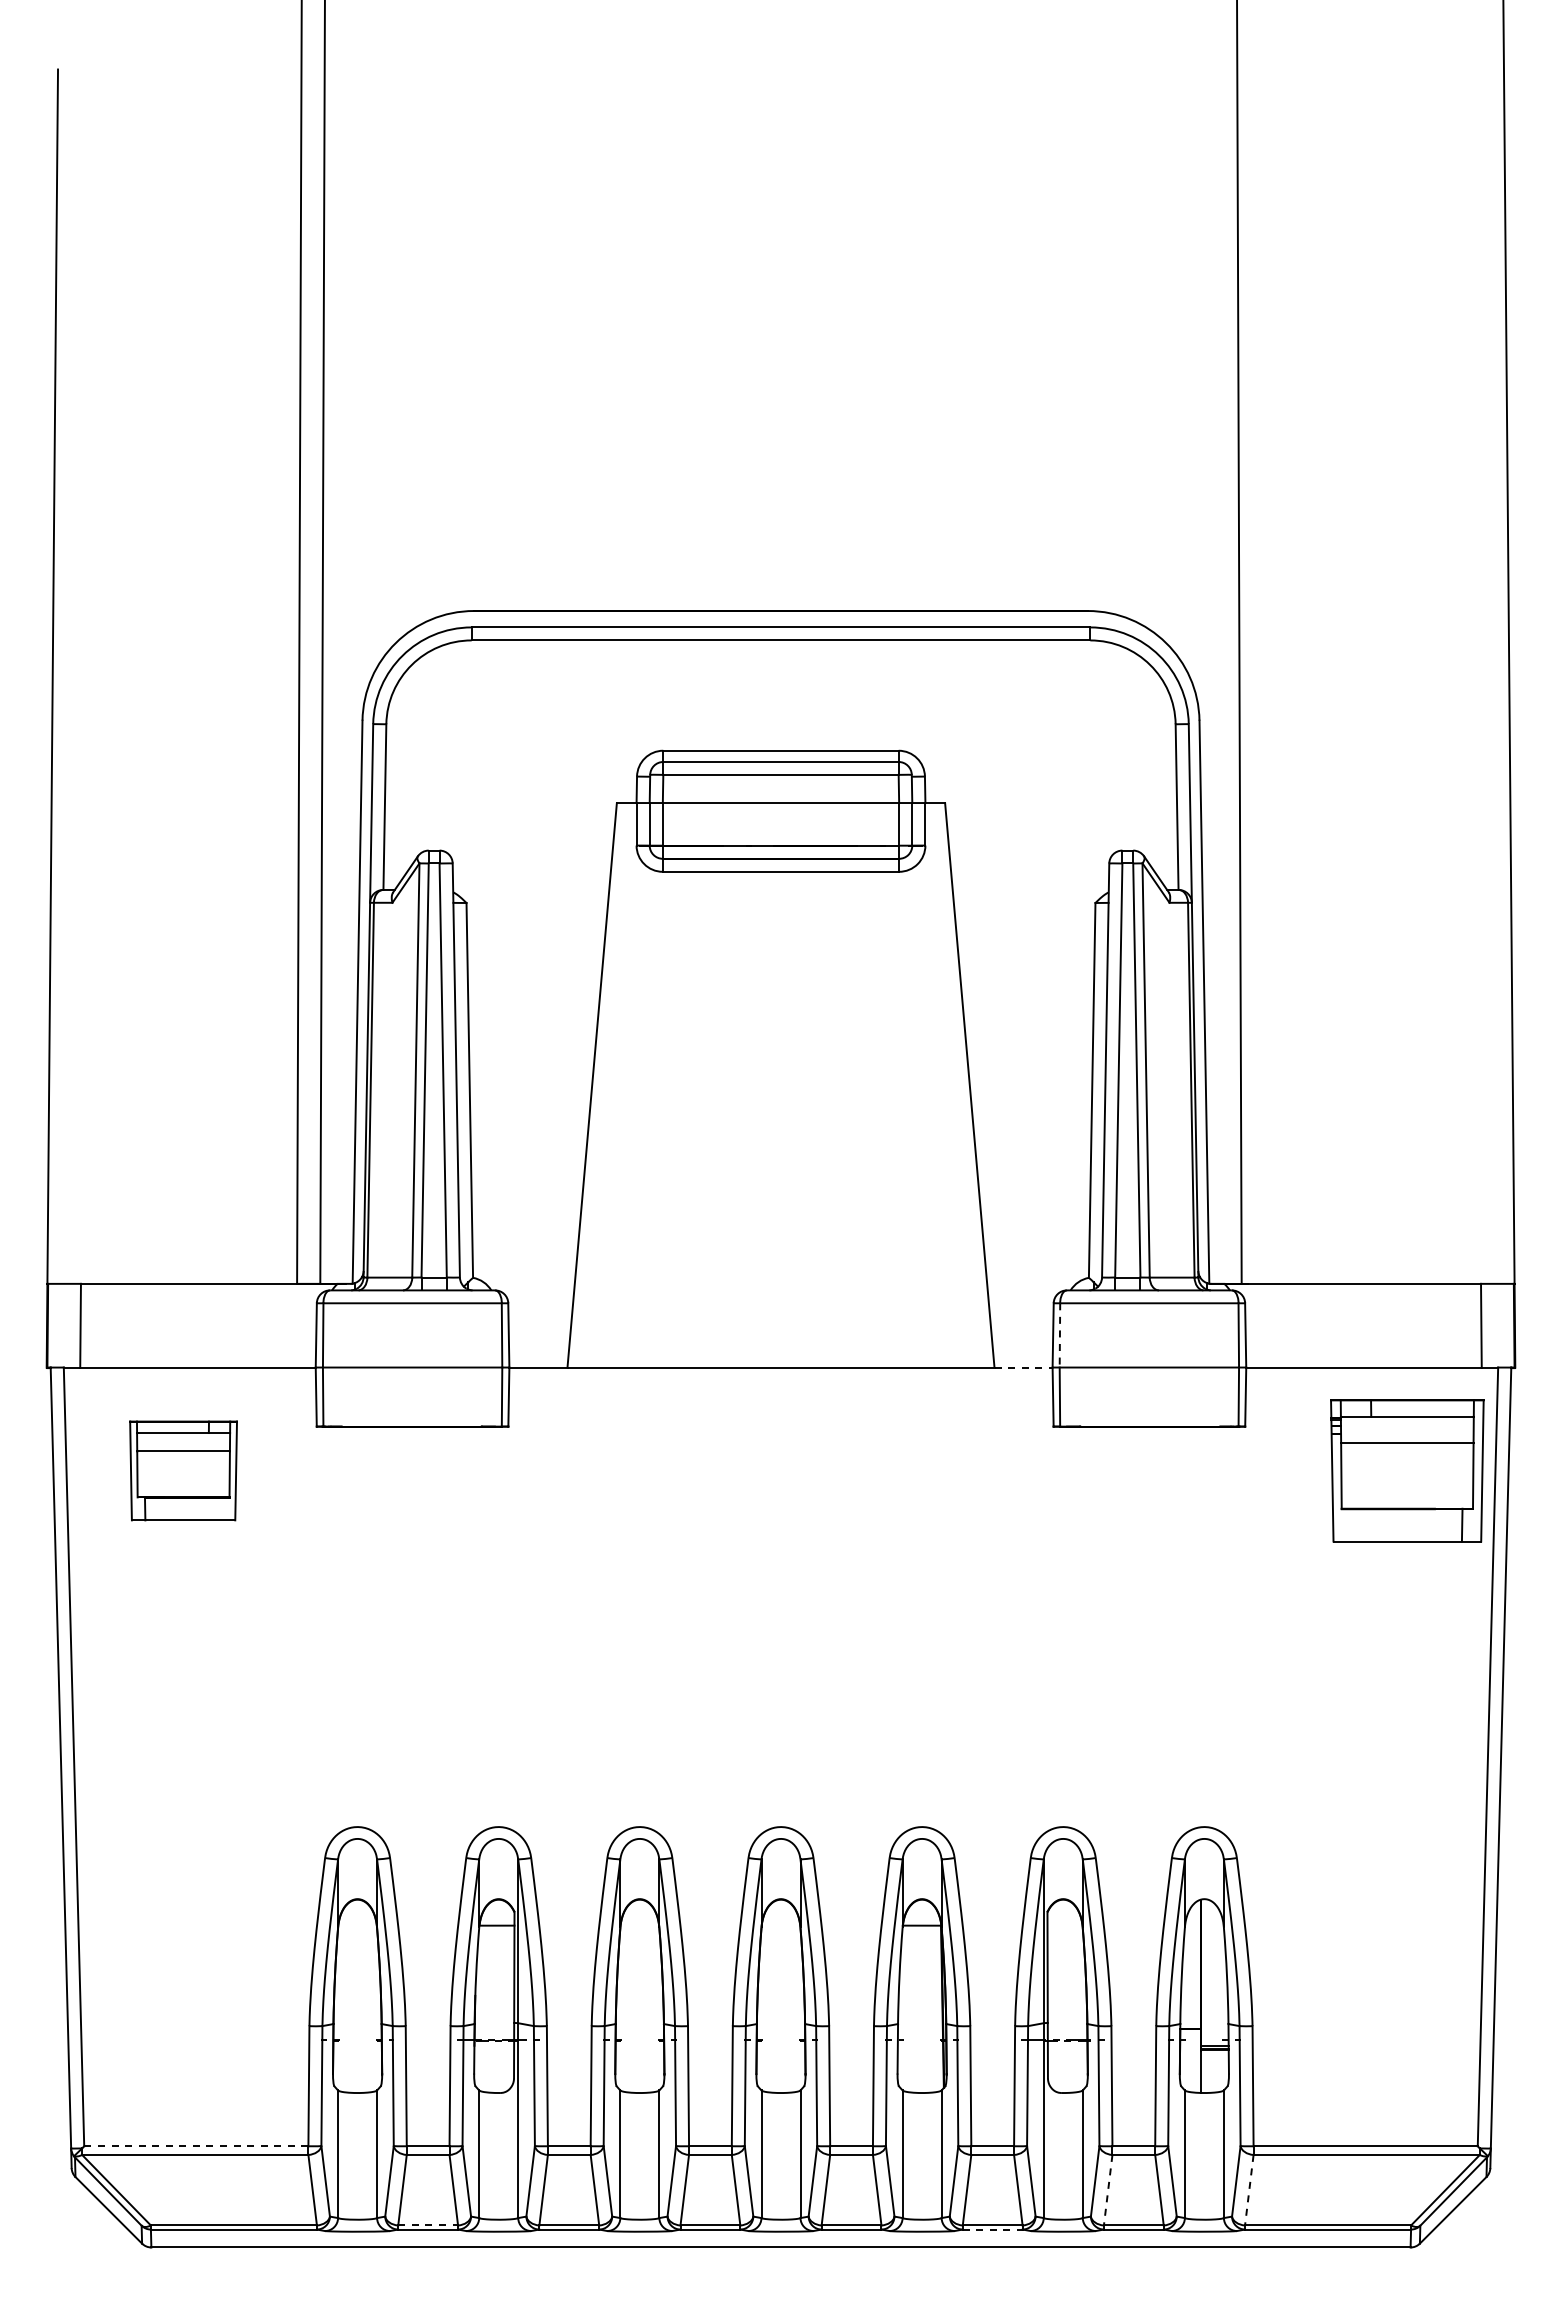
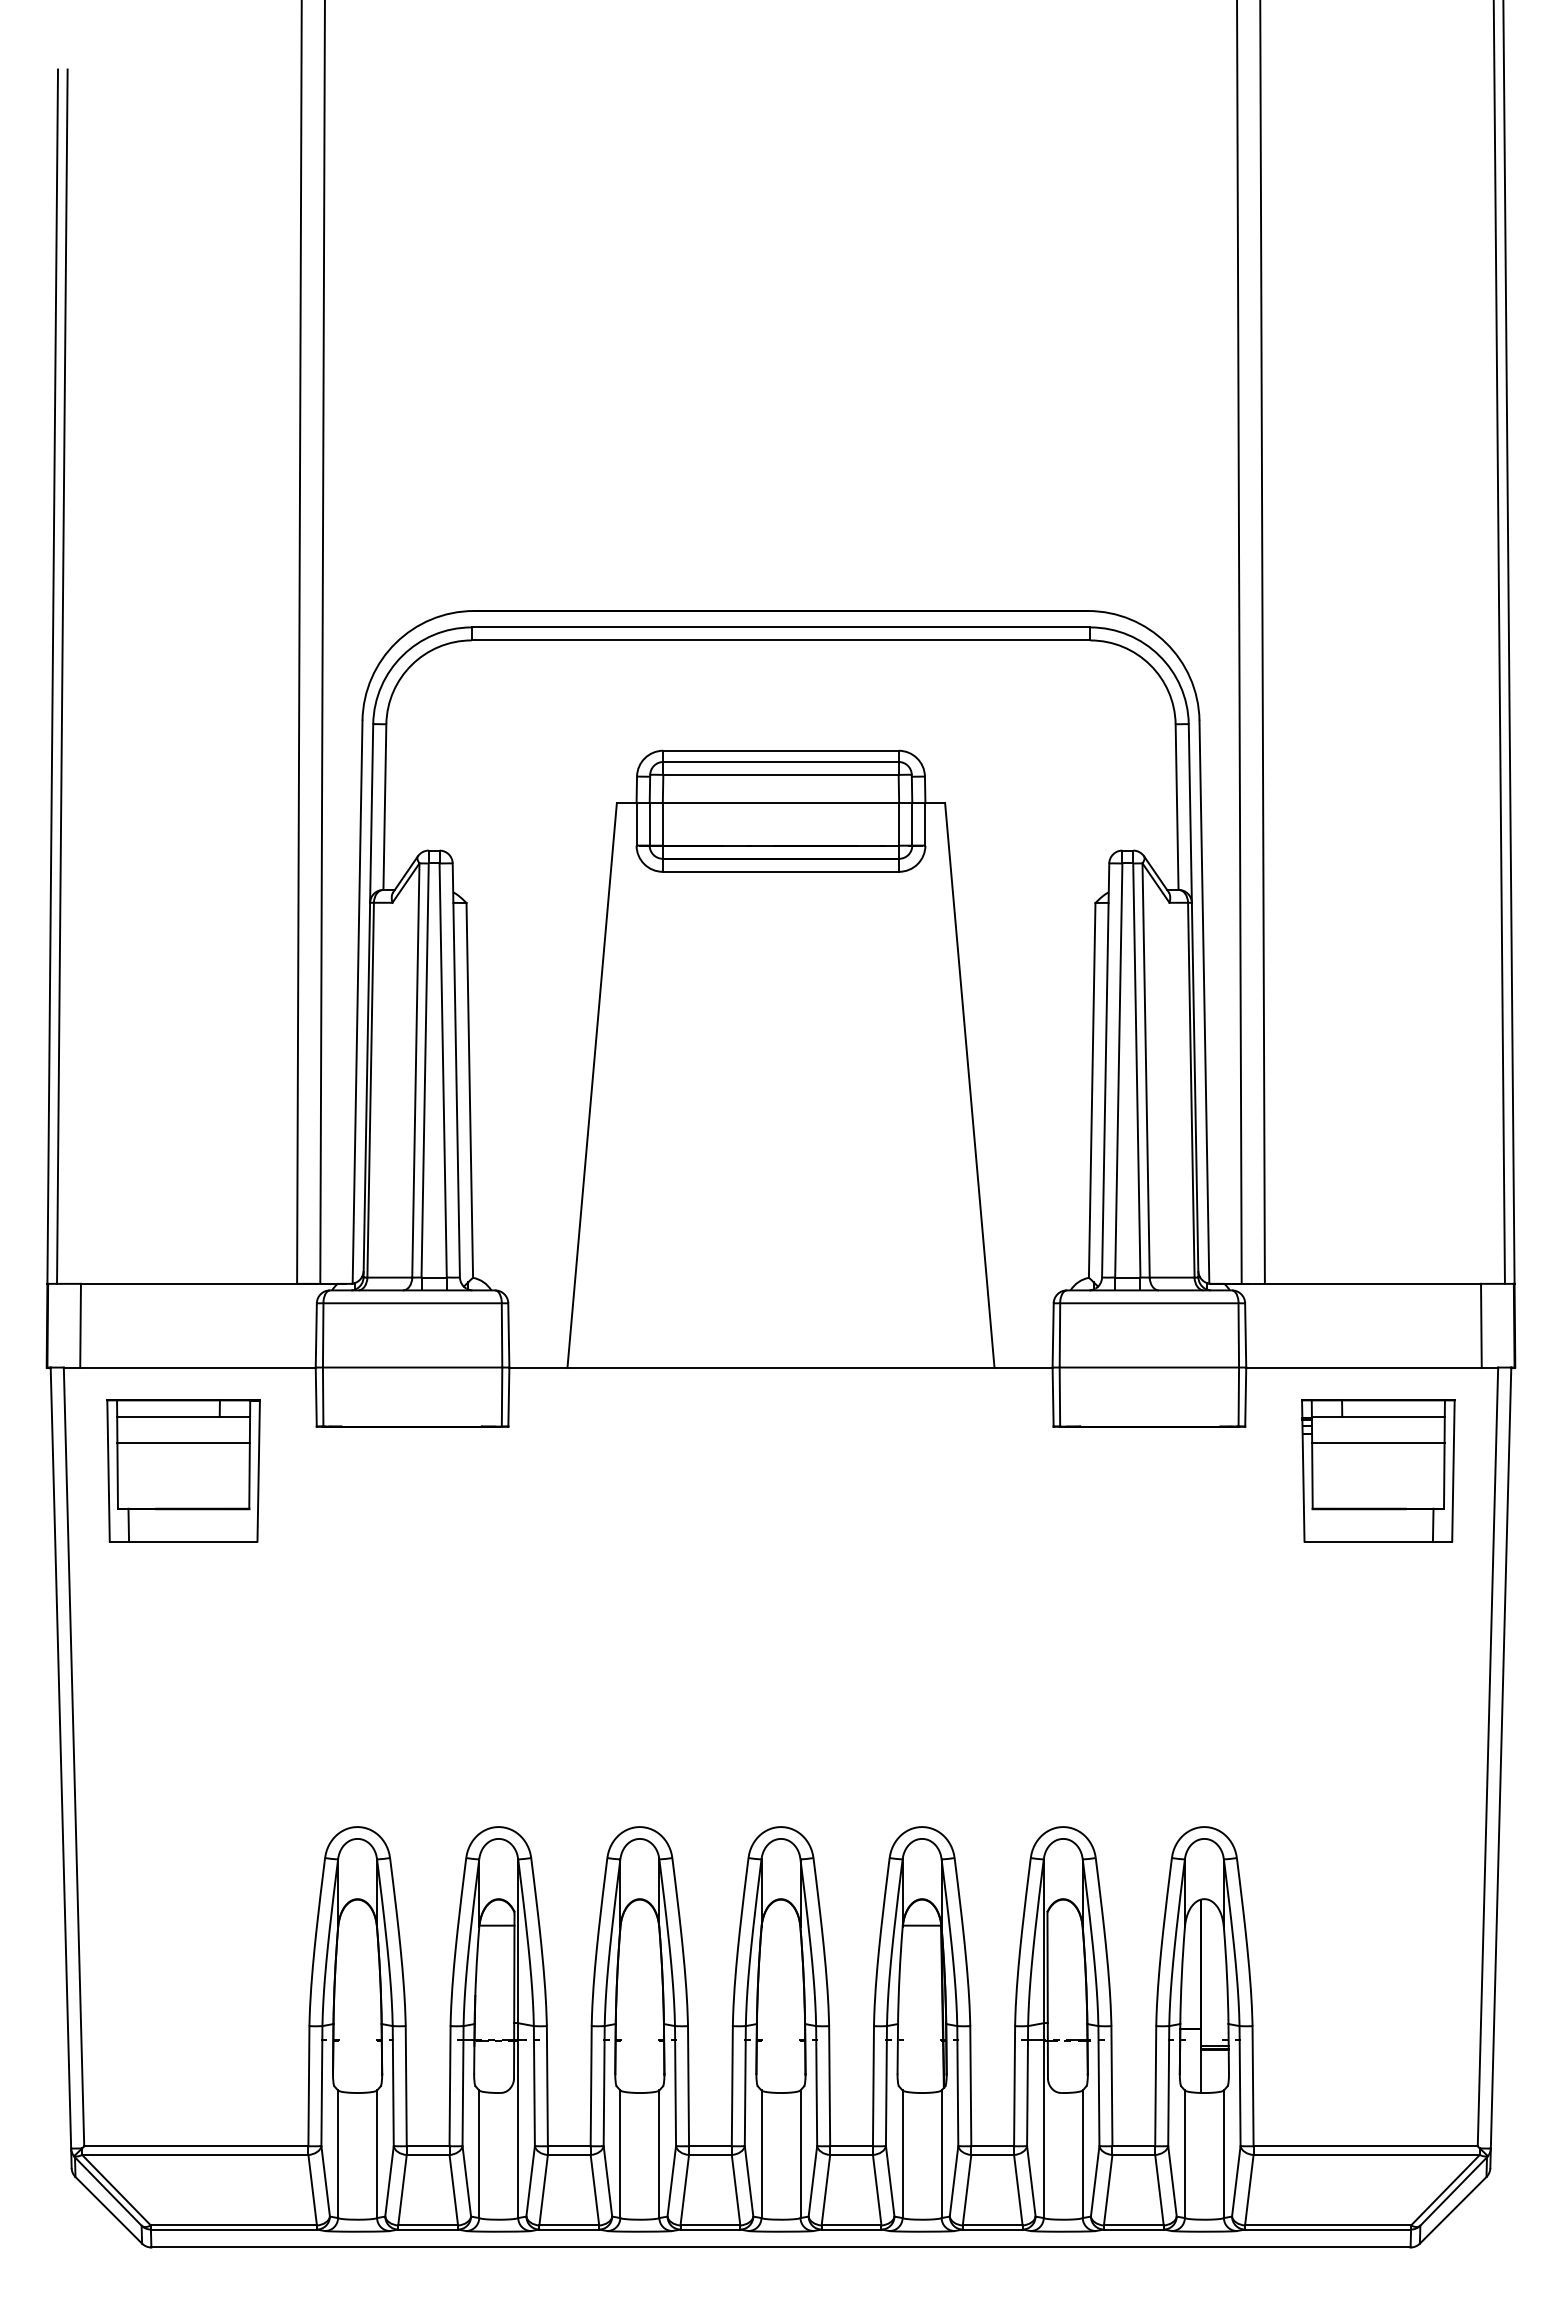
line at (1262, 642): none -> present
line at (1498, 642): none -> present
line at (62, 676): none -> present
line at (1059, 1335): dashed -> solid
line at (1024, 1367): dashed -> solid
part at (183, 1470) size: 109x102 px -> 155x144 px
part at (1407, 1470) position: (1407, 1470) -> (1378, 1470)
line at (195, 2146): dashed -> solid
line at (1108, 2190): dashed -> solid
line at (1249, 2190): dashed -> solid
line at (428, 2225): dashed -> solid
line at (992, 2229): dashed -> solid
